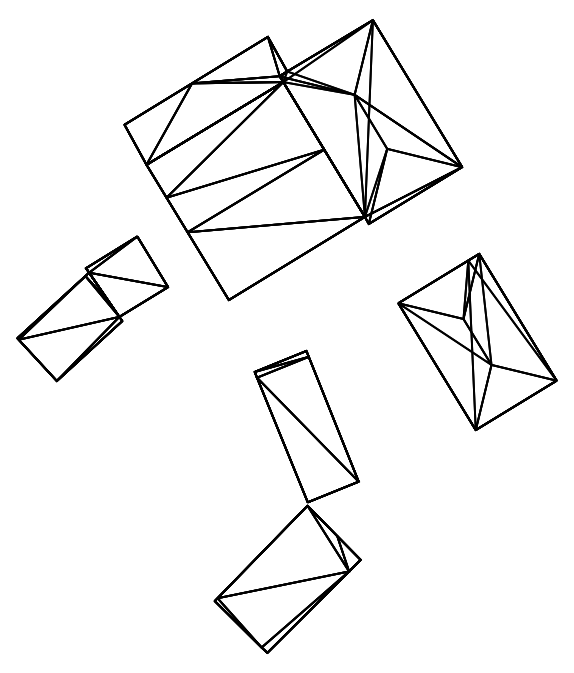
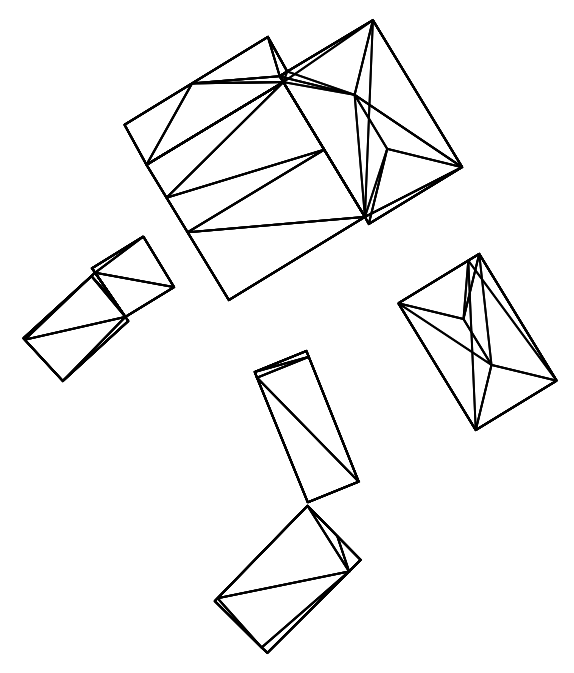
part at (92, 308) position: (92, 308) -> (98, 308)
